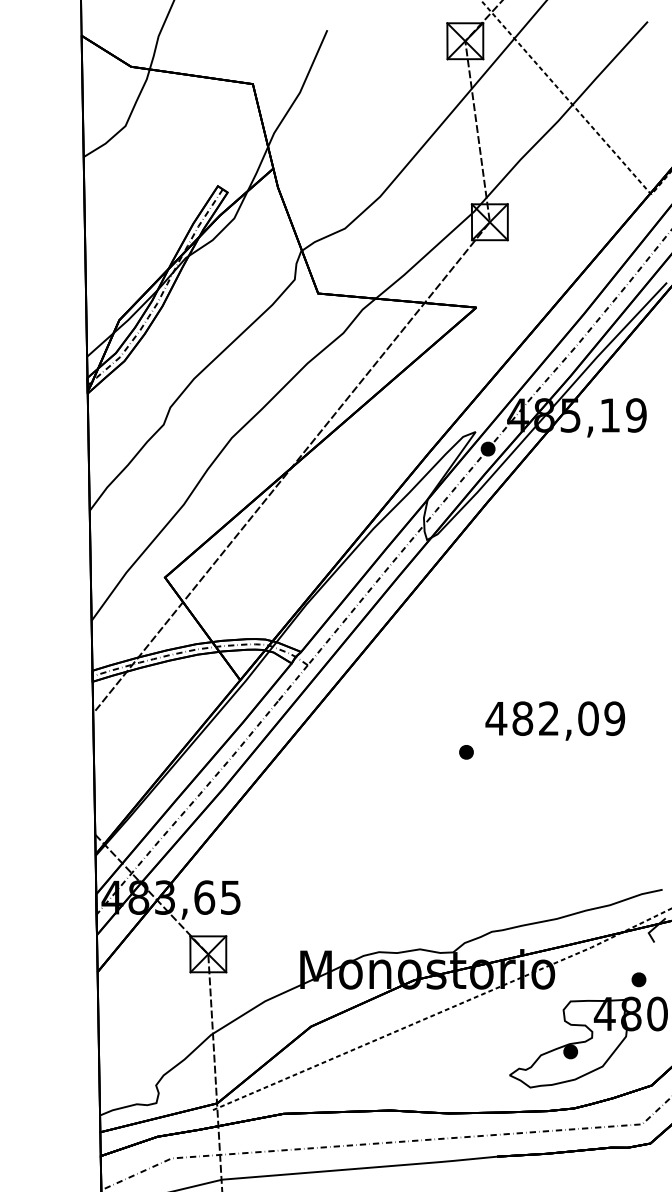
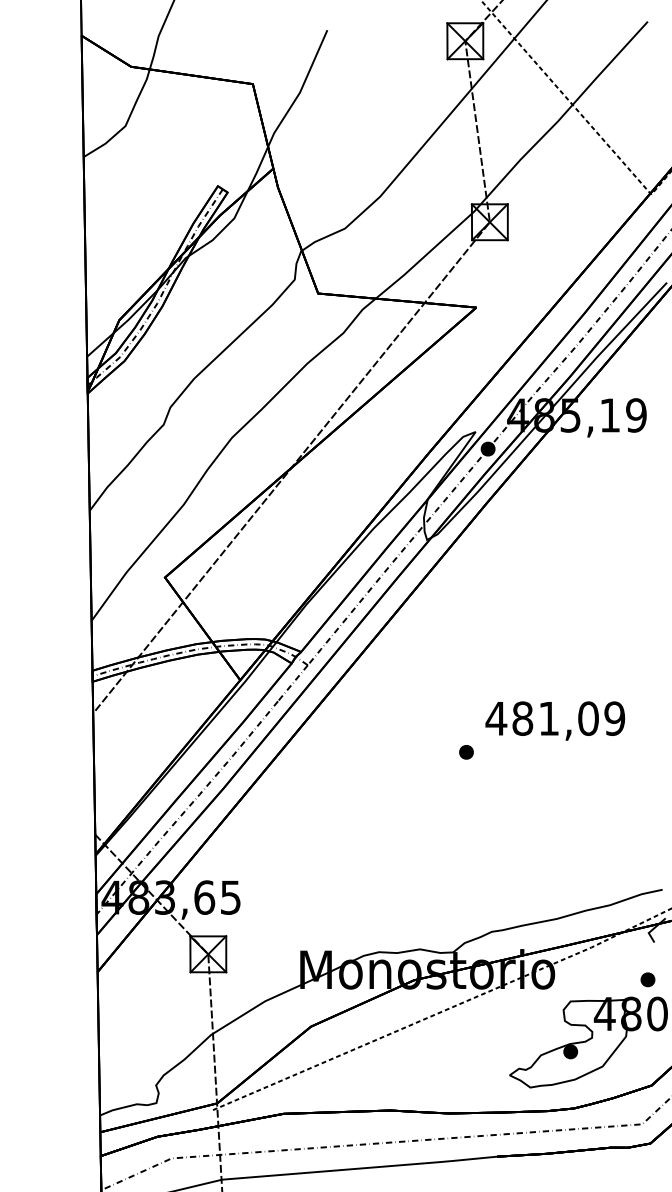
text at (548, 718): 482,09 -> 481,09
part at (638, 979) position: (638, 979) -> (647, 979)
